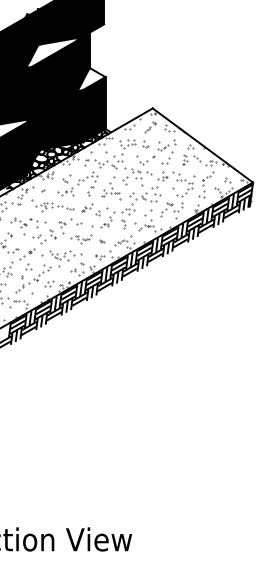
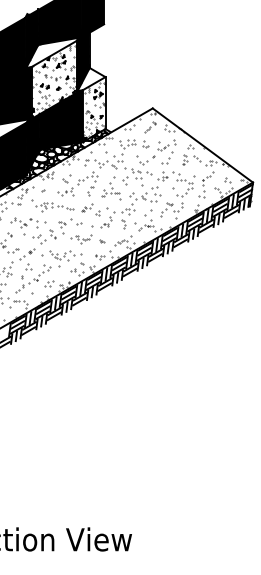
fill at (53, 79): present -> none
fill at (94, 109): present -> none
